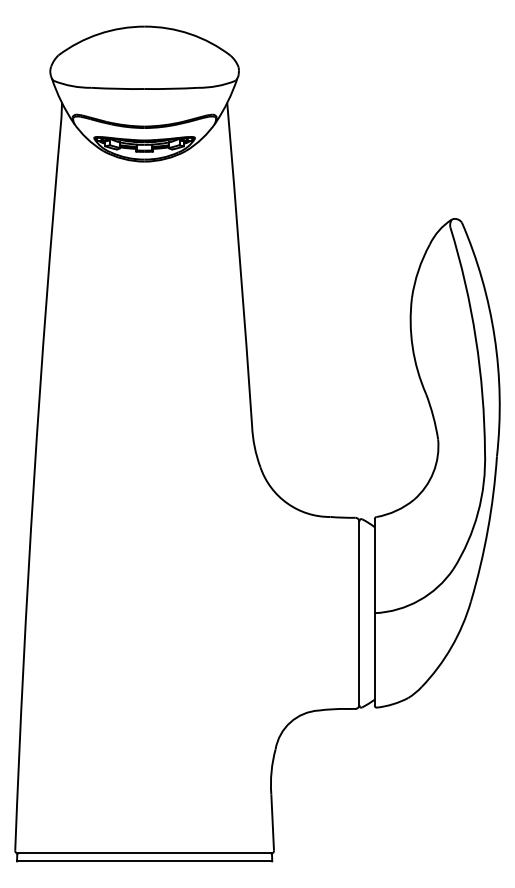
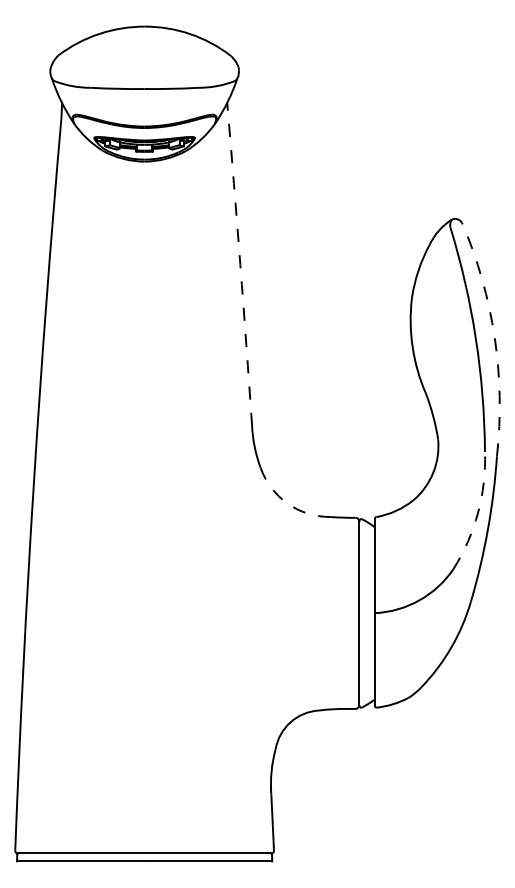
arc at (240, 264): solid -> dashed
arc at (494, 337): solid -> dashed
arc at (287, 503): solid -> dashed
arc at (478, 512): solid -> dashed
